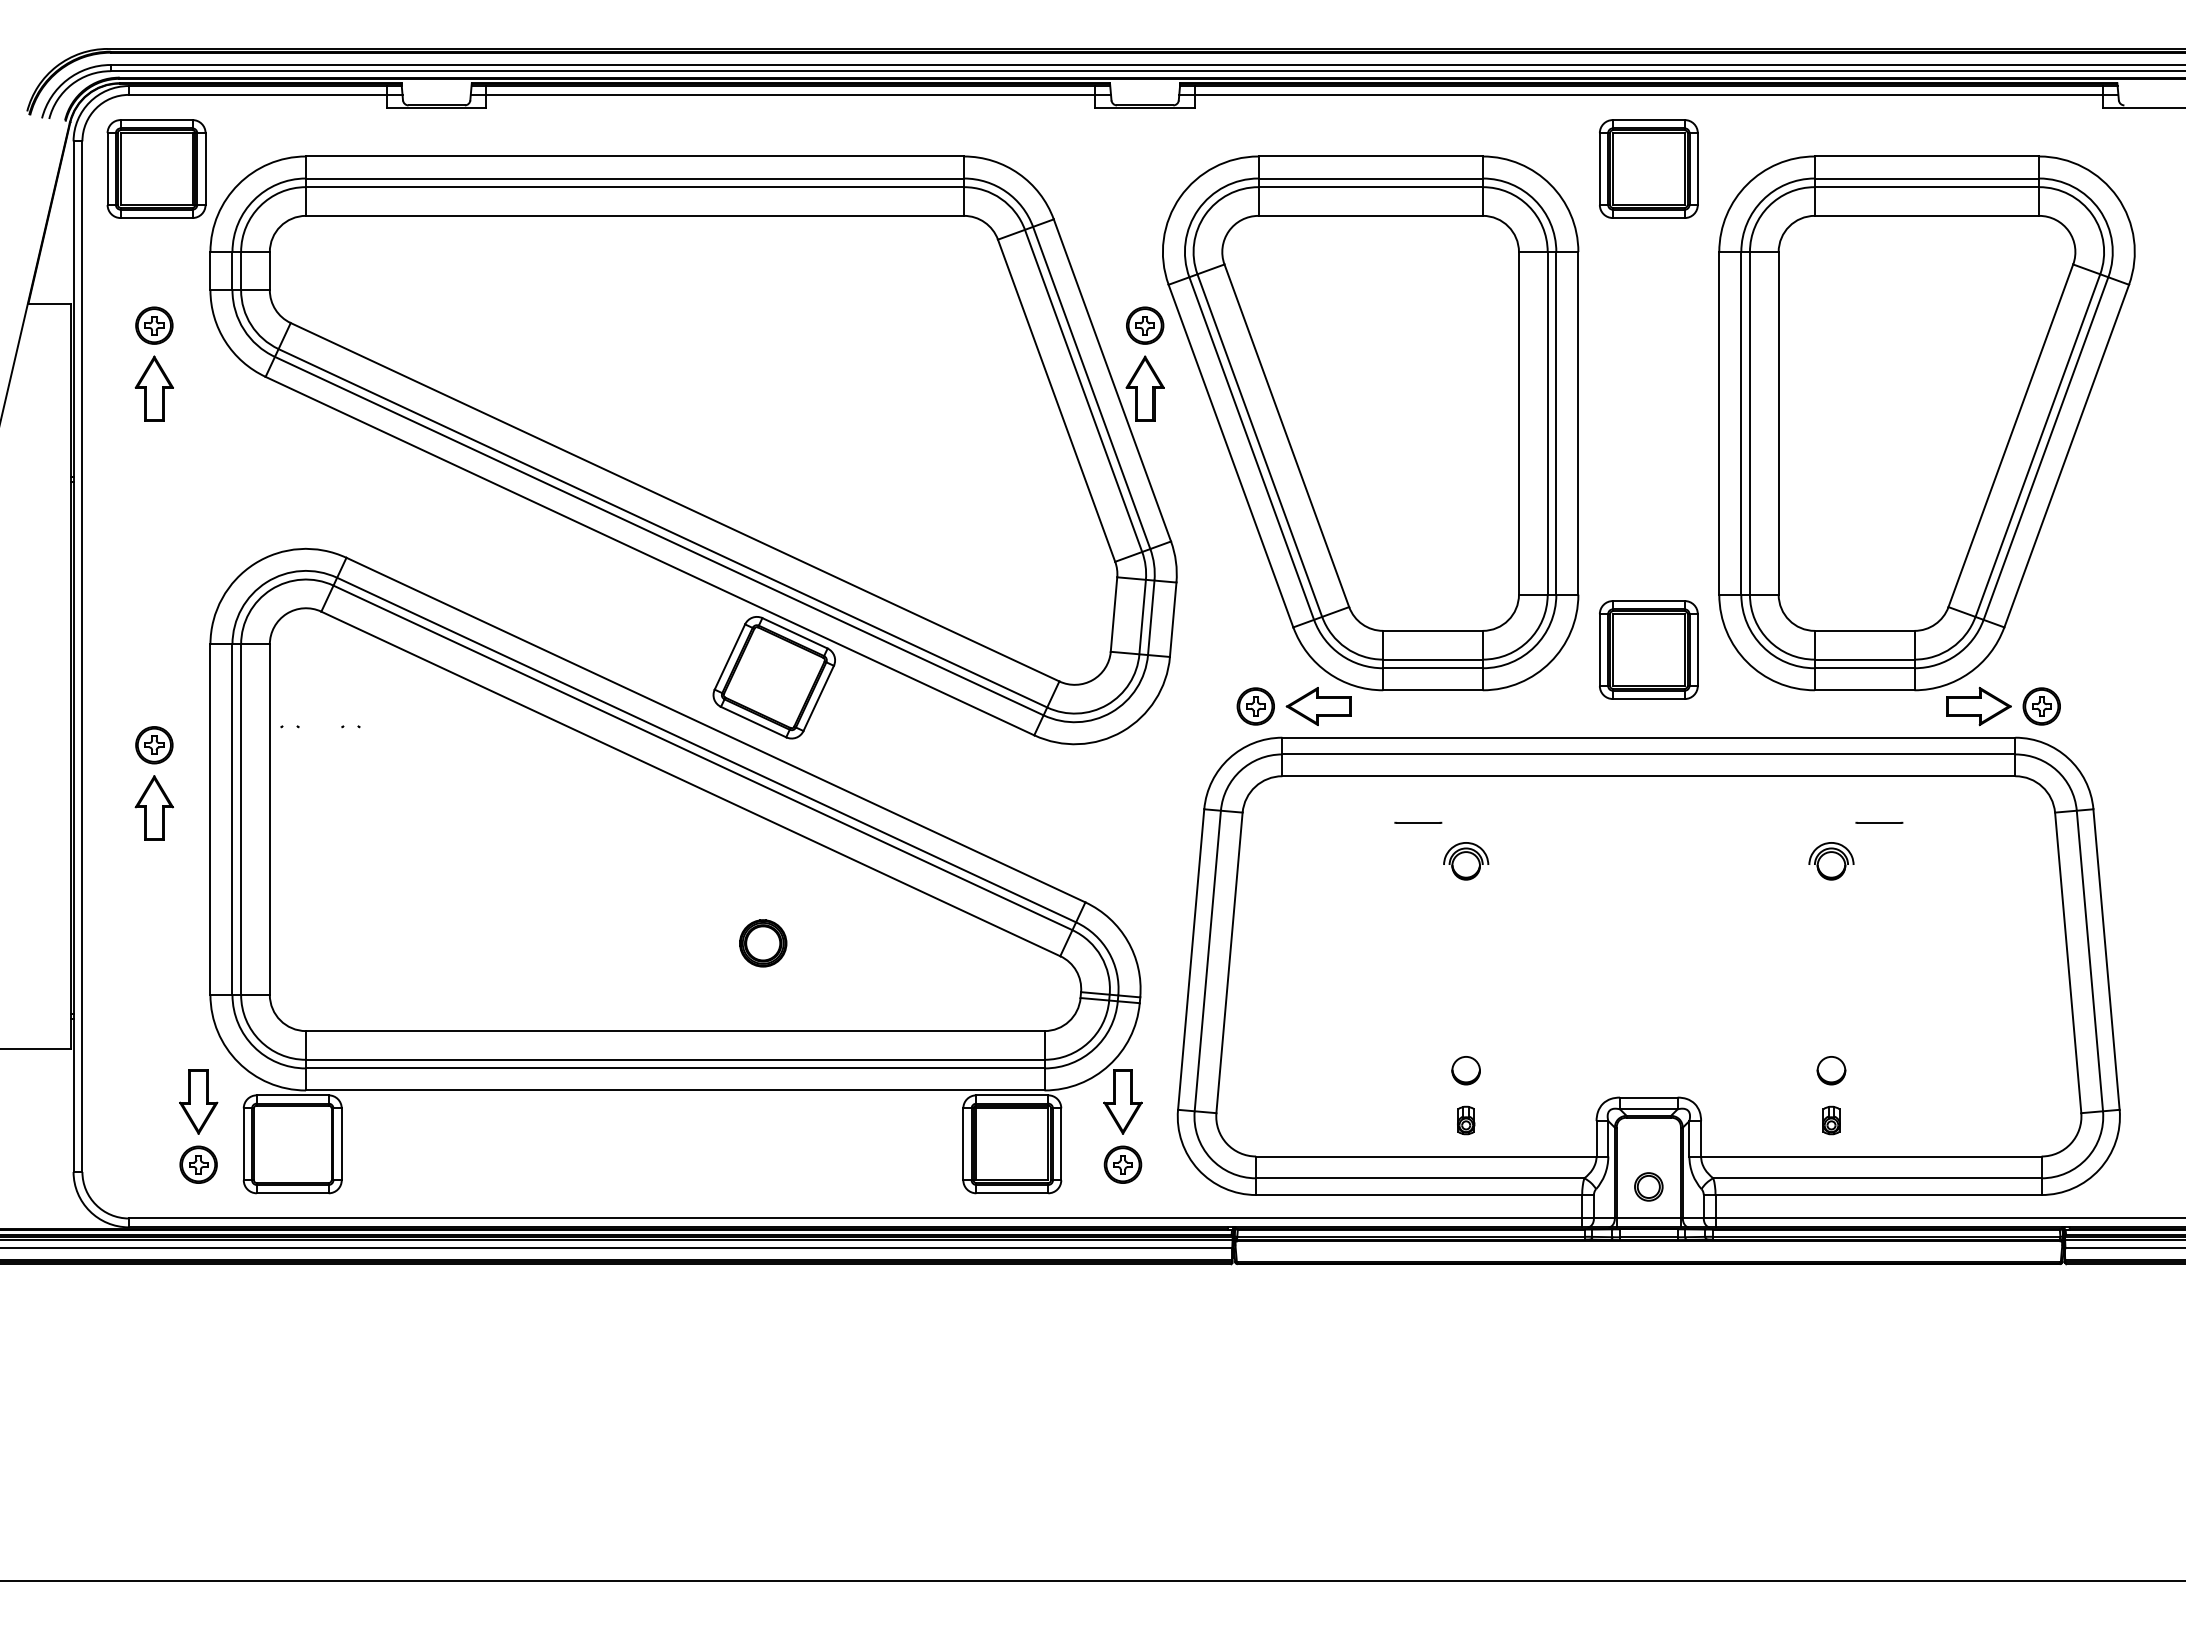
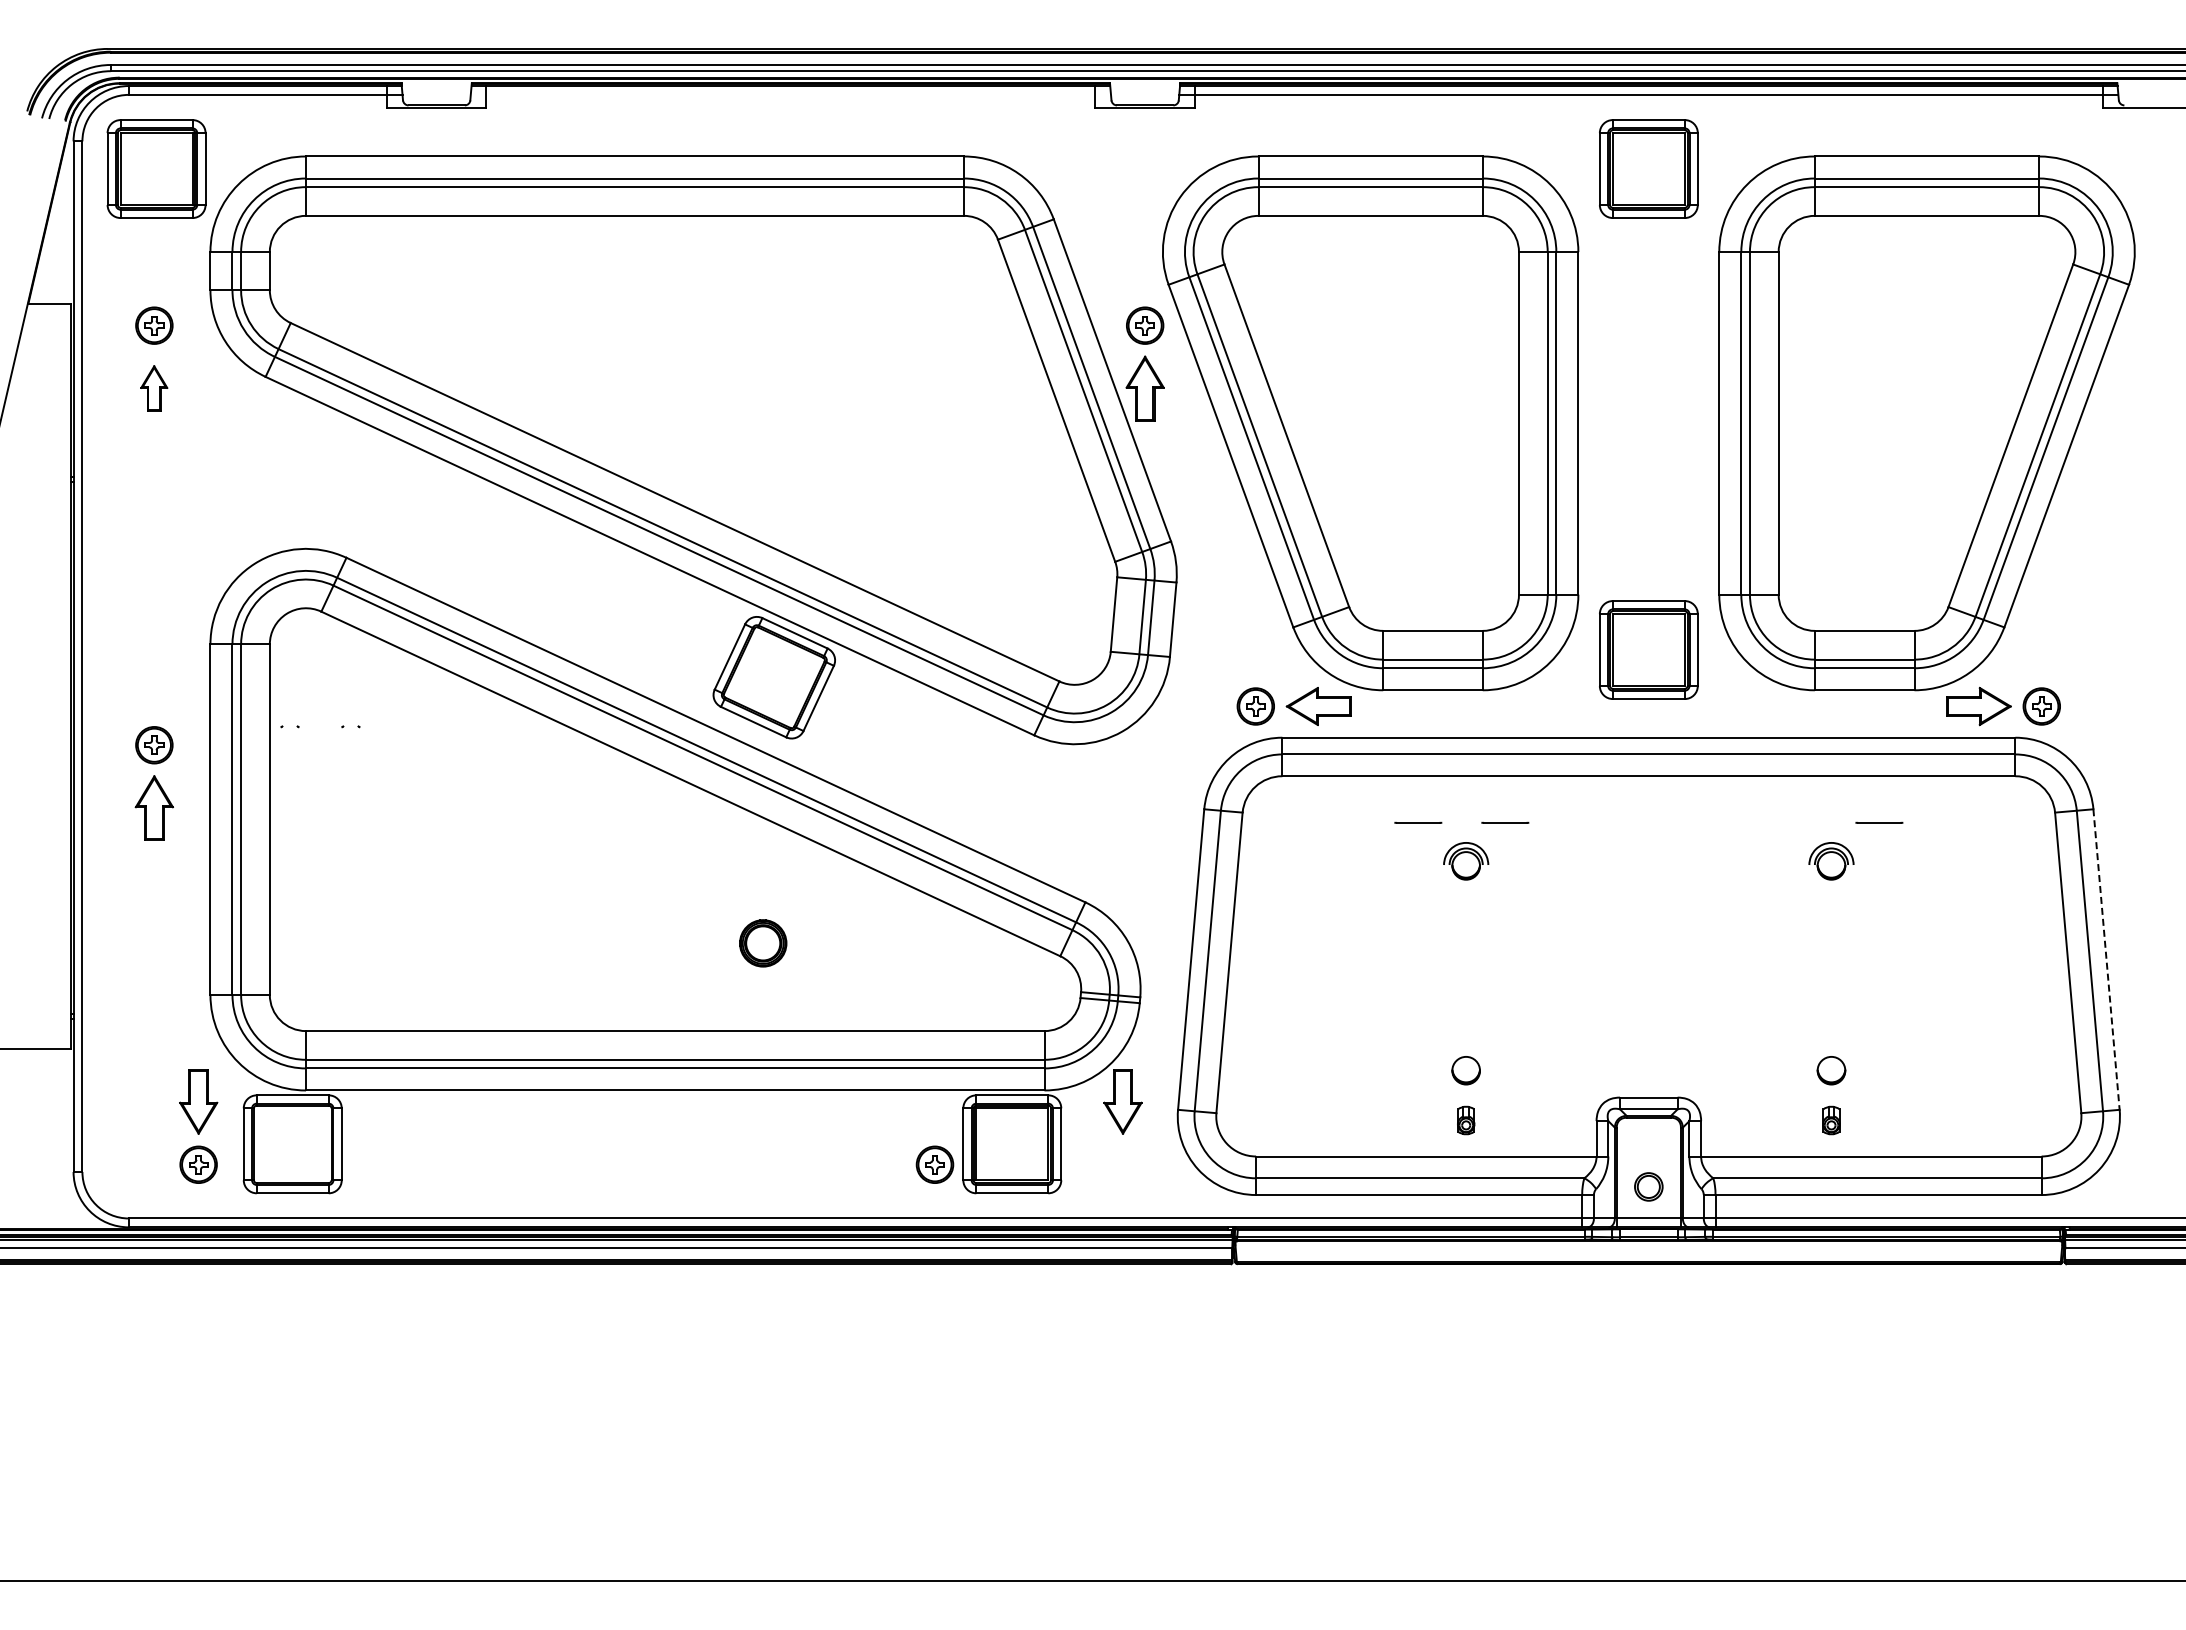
line at (790, 94): present -> none
part at (153, 388) size: 40x67 px -> 29x47 px
line at (1505, 822): none -> present
line at (2106, 959): solid -> dashed
part at (1122, 1164) position: (1122, 1164) -> (934, 1164)
